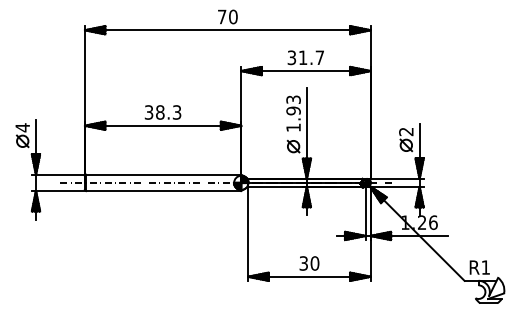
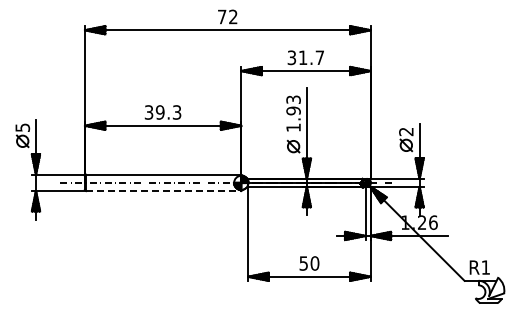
text at (233, 16): 70 -> 72
text at (159, 112): 38.3 -> 39.3
text at (22, 127): 4 -> 5
line at (163, 191): solid -> dashed
text at (303, 262): 30 -> 50
